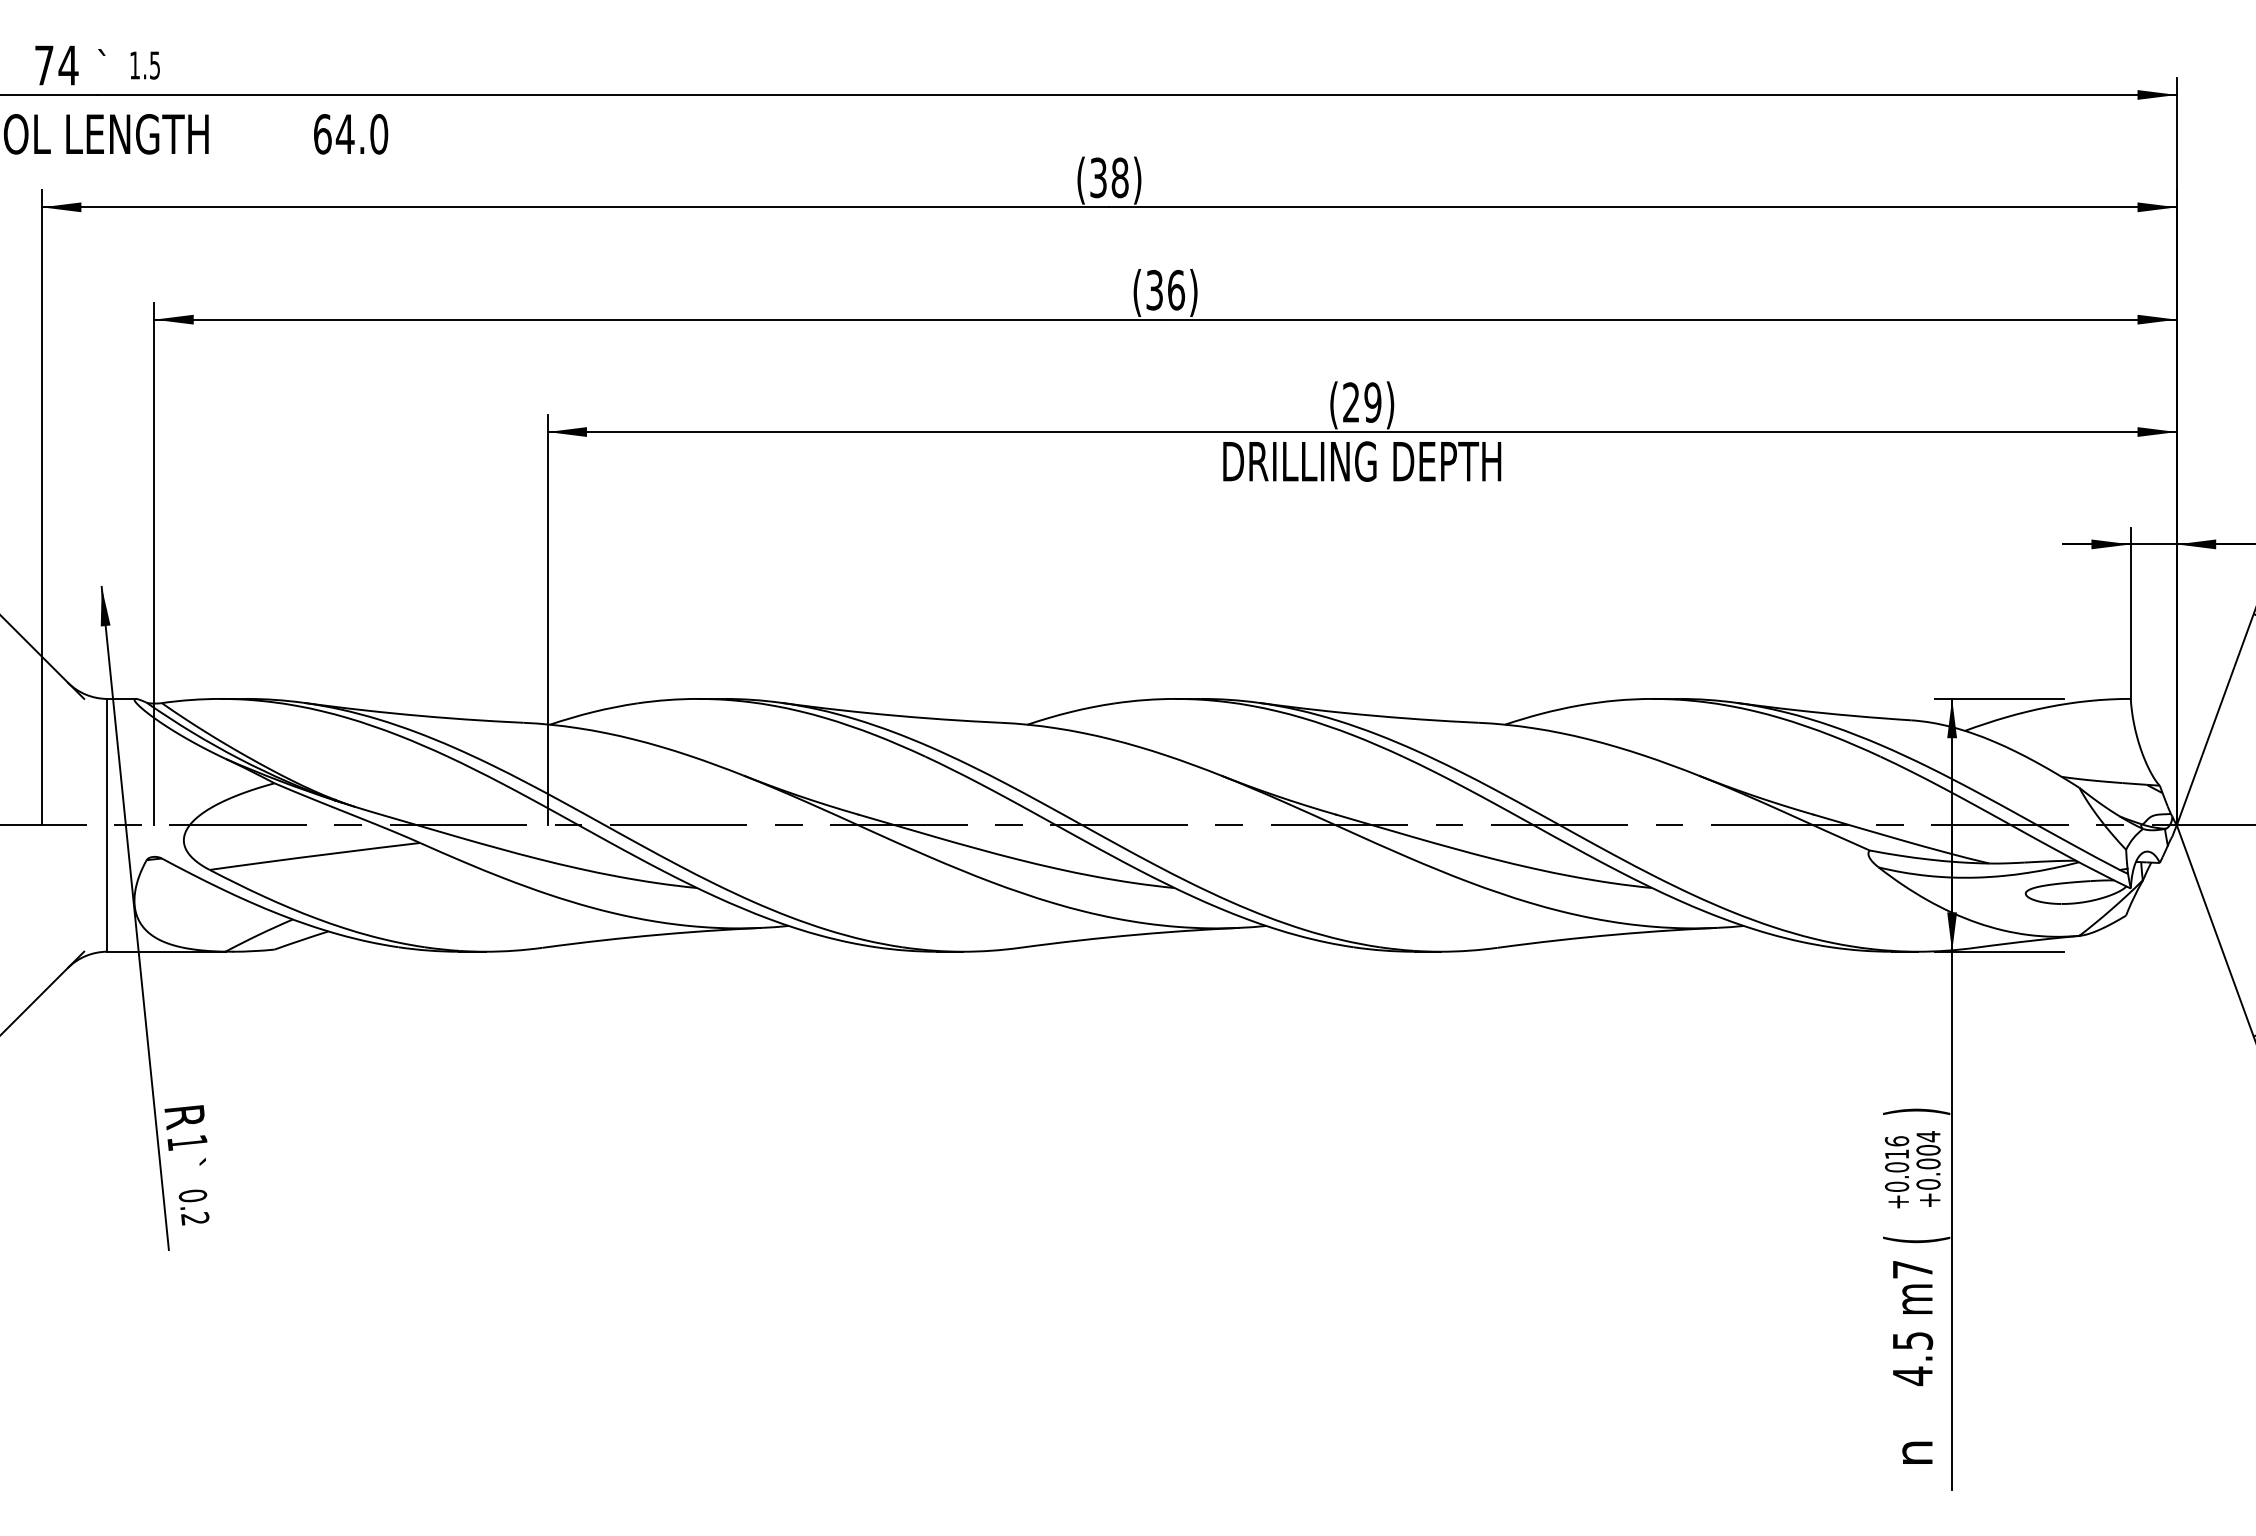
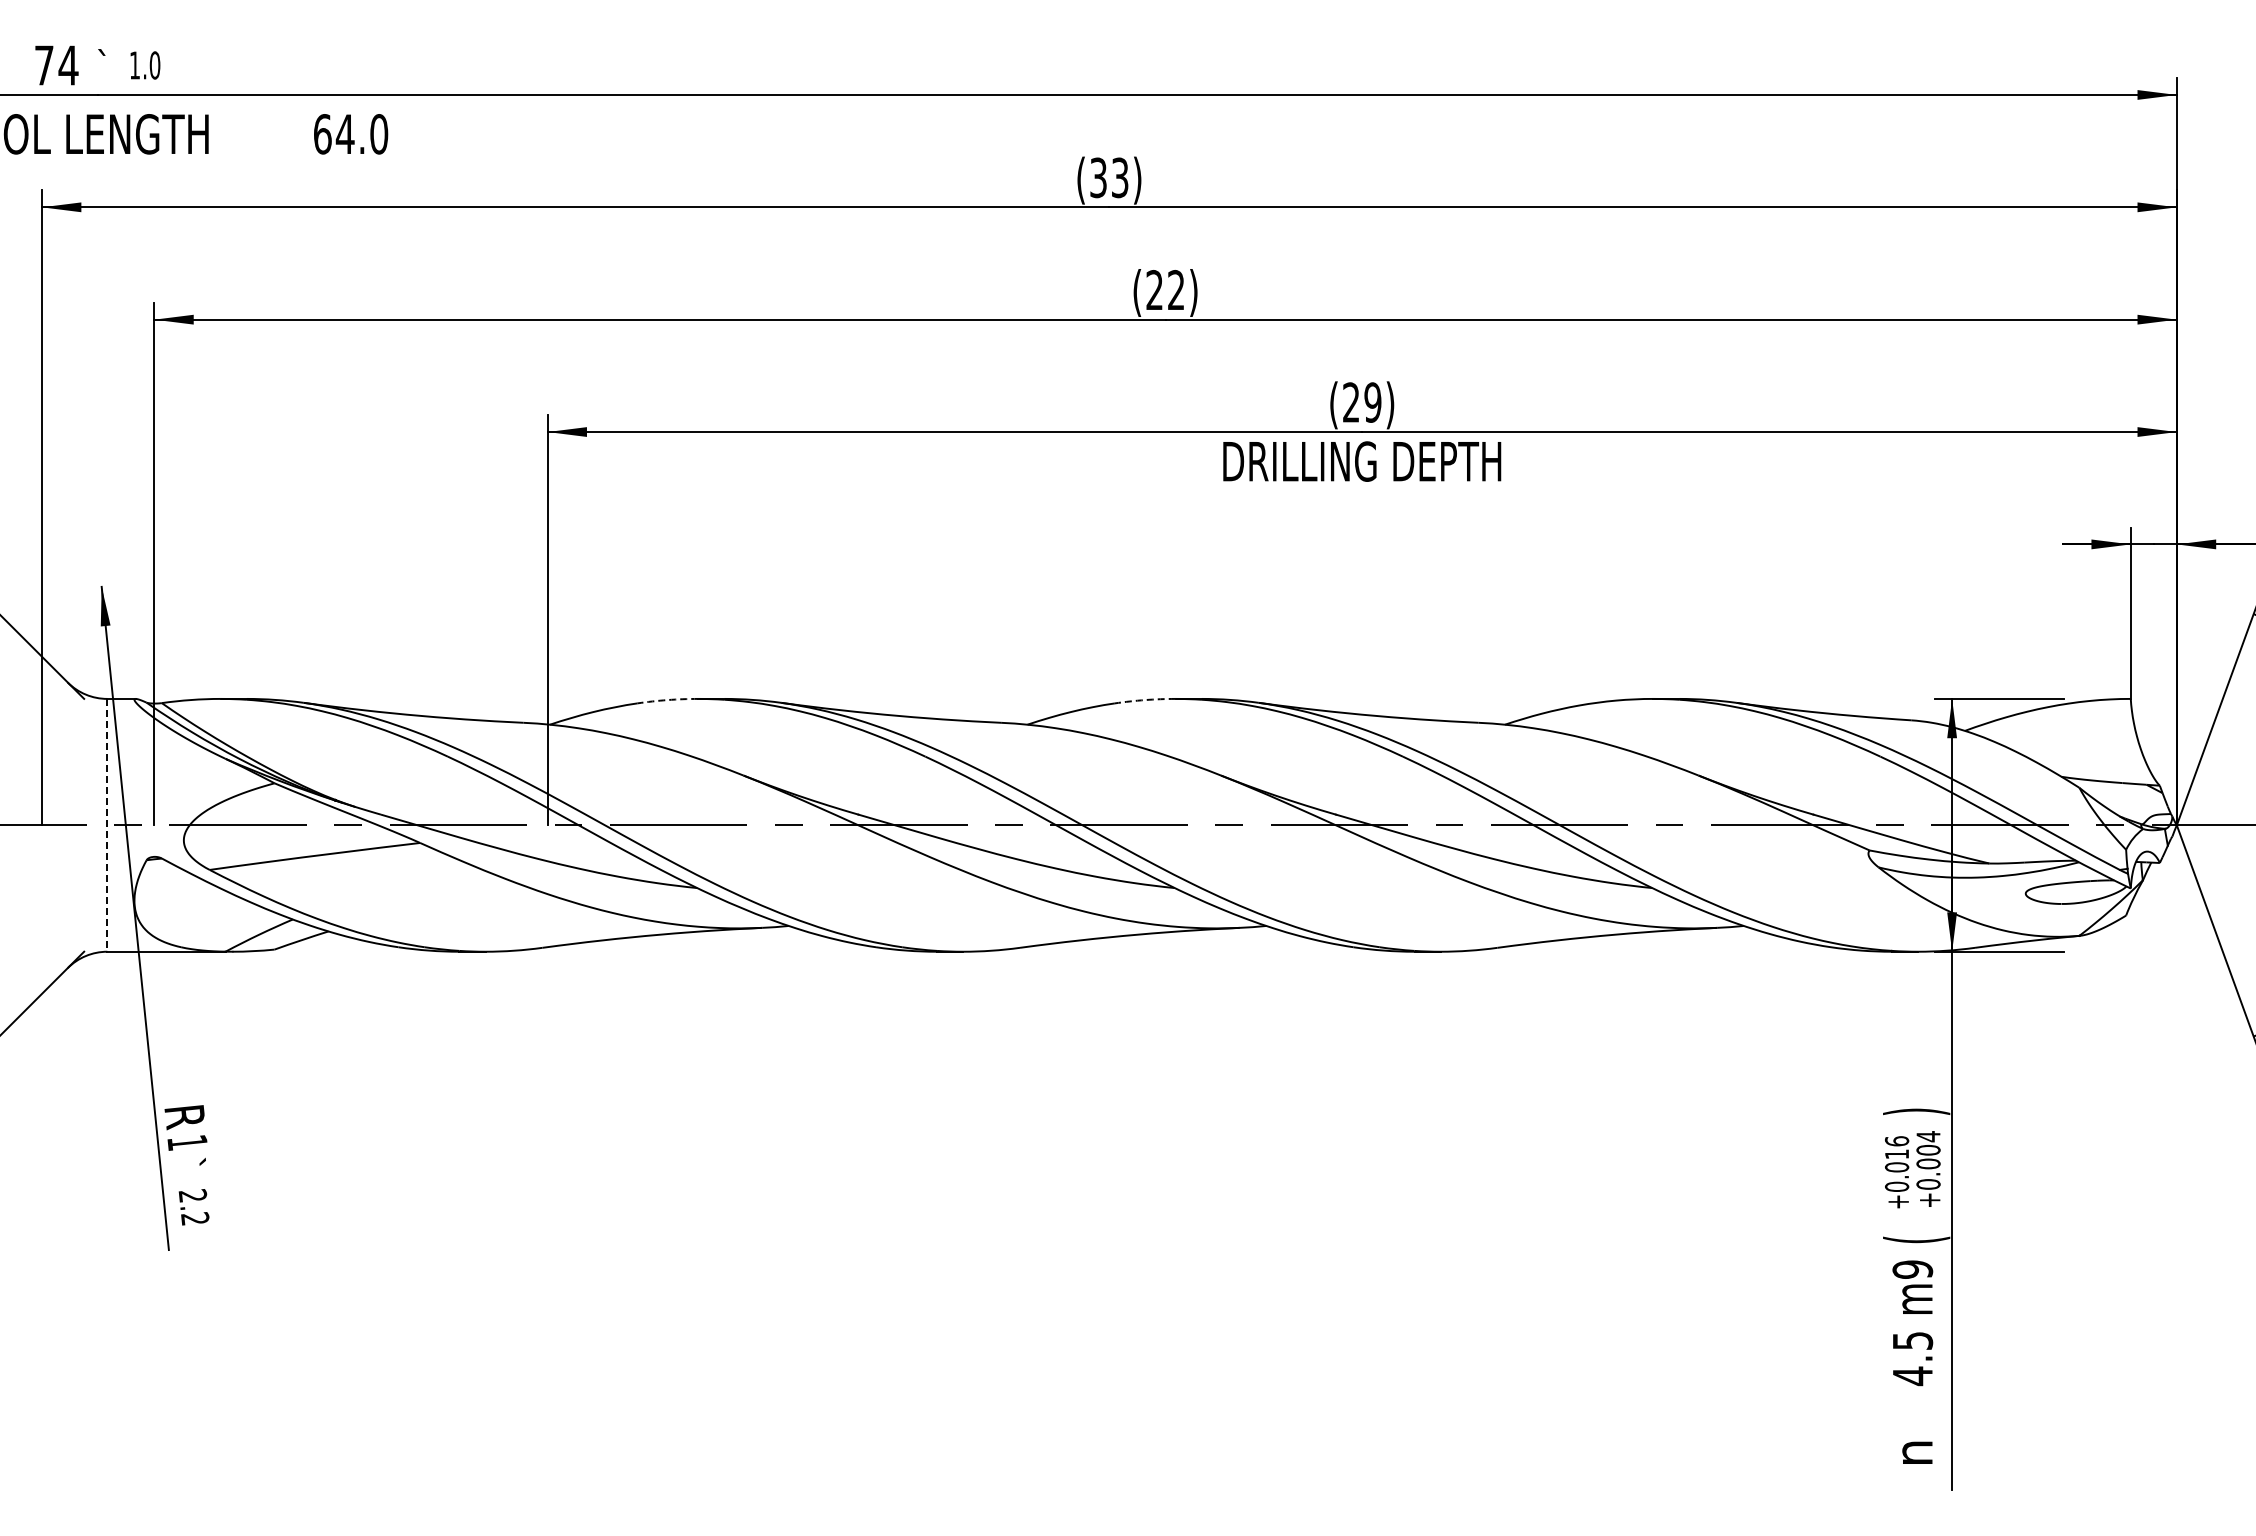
text at (154, 65): 1.5 -> 1.0
text at (1119, 177): (38) -> (33)
text at (1165, 289): (36) -> (22)
arc at (667, 700): solid -> dashed
arc at (1145, 700): solid -> dashed
line at (107, 825): solid -> dashed
text at (192, 1195): 0.2 -> 2.2
text at (1912, 1269): m7 -> m9
